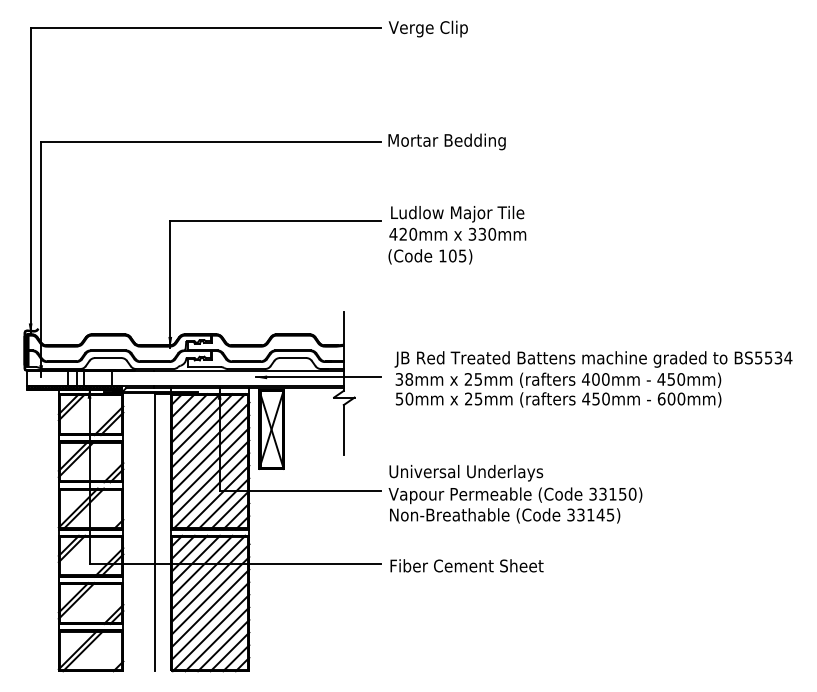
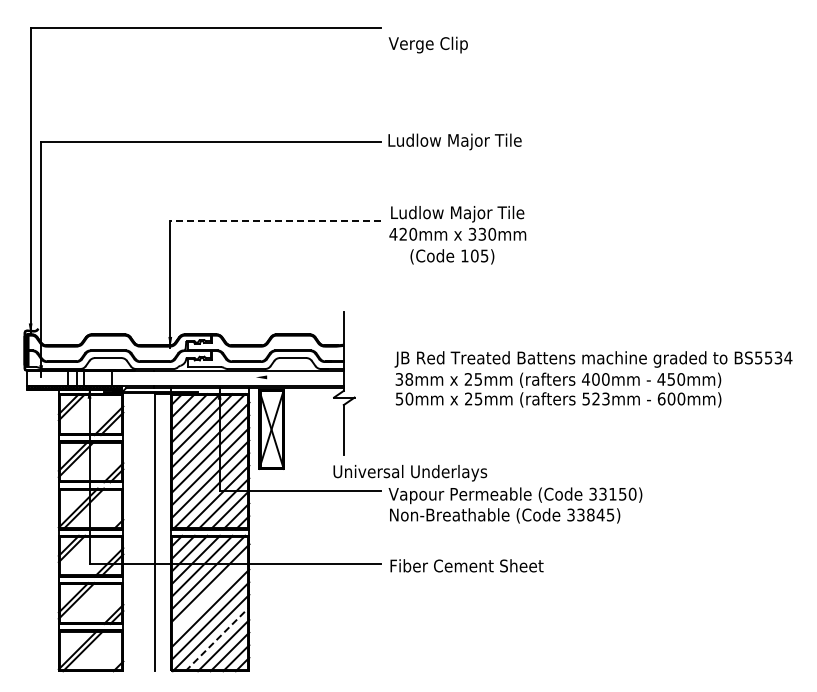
text at (427, 28) position: (427, 28) -> (427, 44)
text at (455, 141): Mortar Bedding -> Ludlow Major Tile
line at (275, 221): solid -> dashed
text at (430, 256) position: (430, 256) -> (452, 256)
line at (318, 377): present -> none
text at (595, 398): 450mm -> 523mm
text at (466, 473) position: (466, 473) -> (410, 473)
text at (590, 514): 33145) -> 33845)
line at (210, 595): present -> none
line at (217, 638): solid -> dashed
